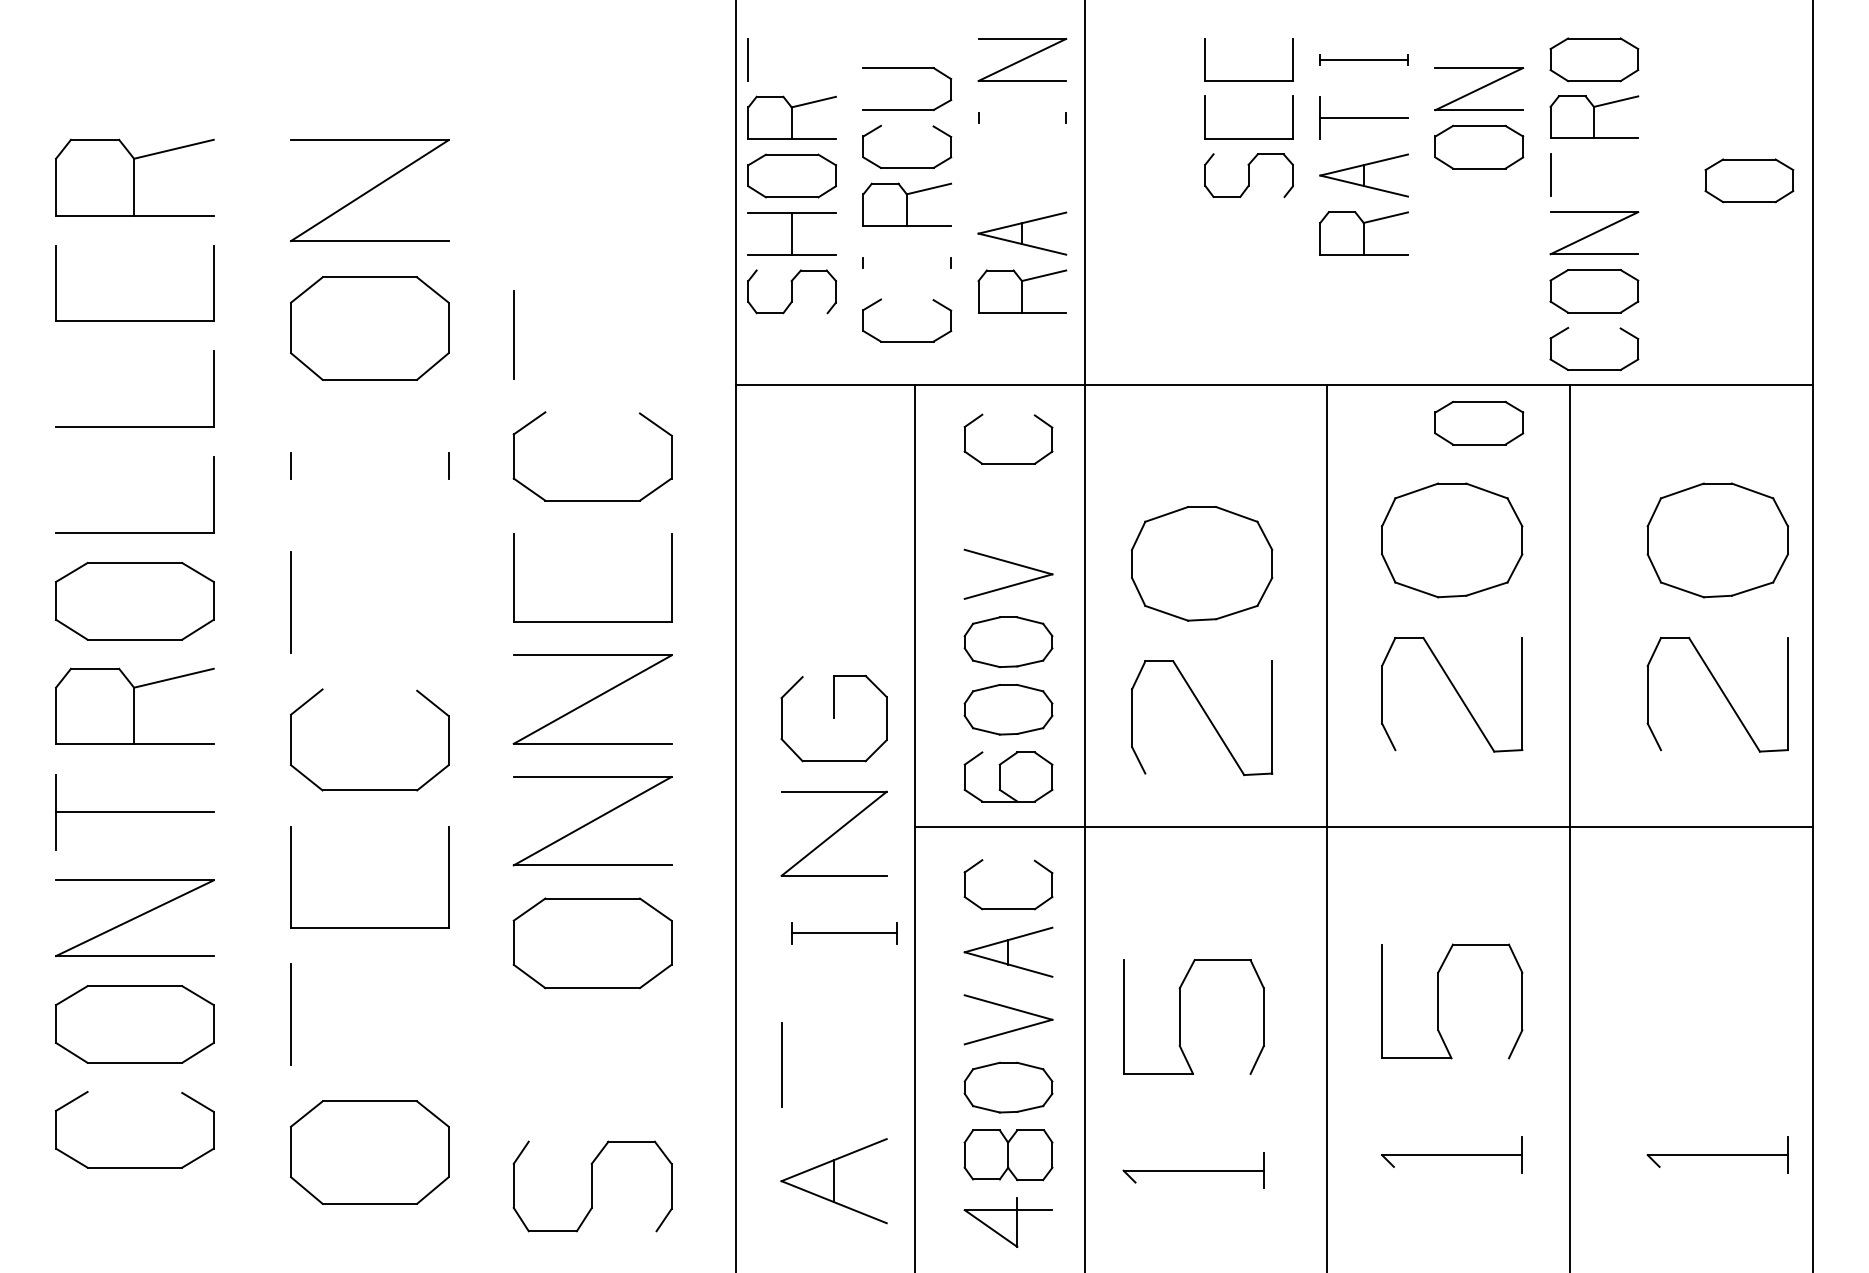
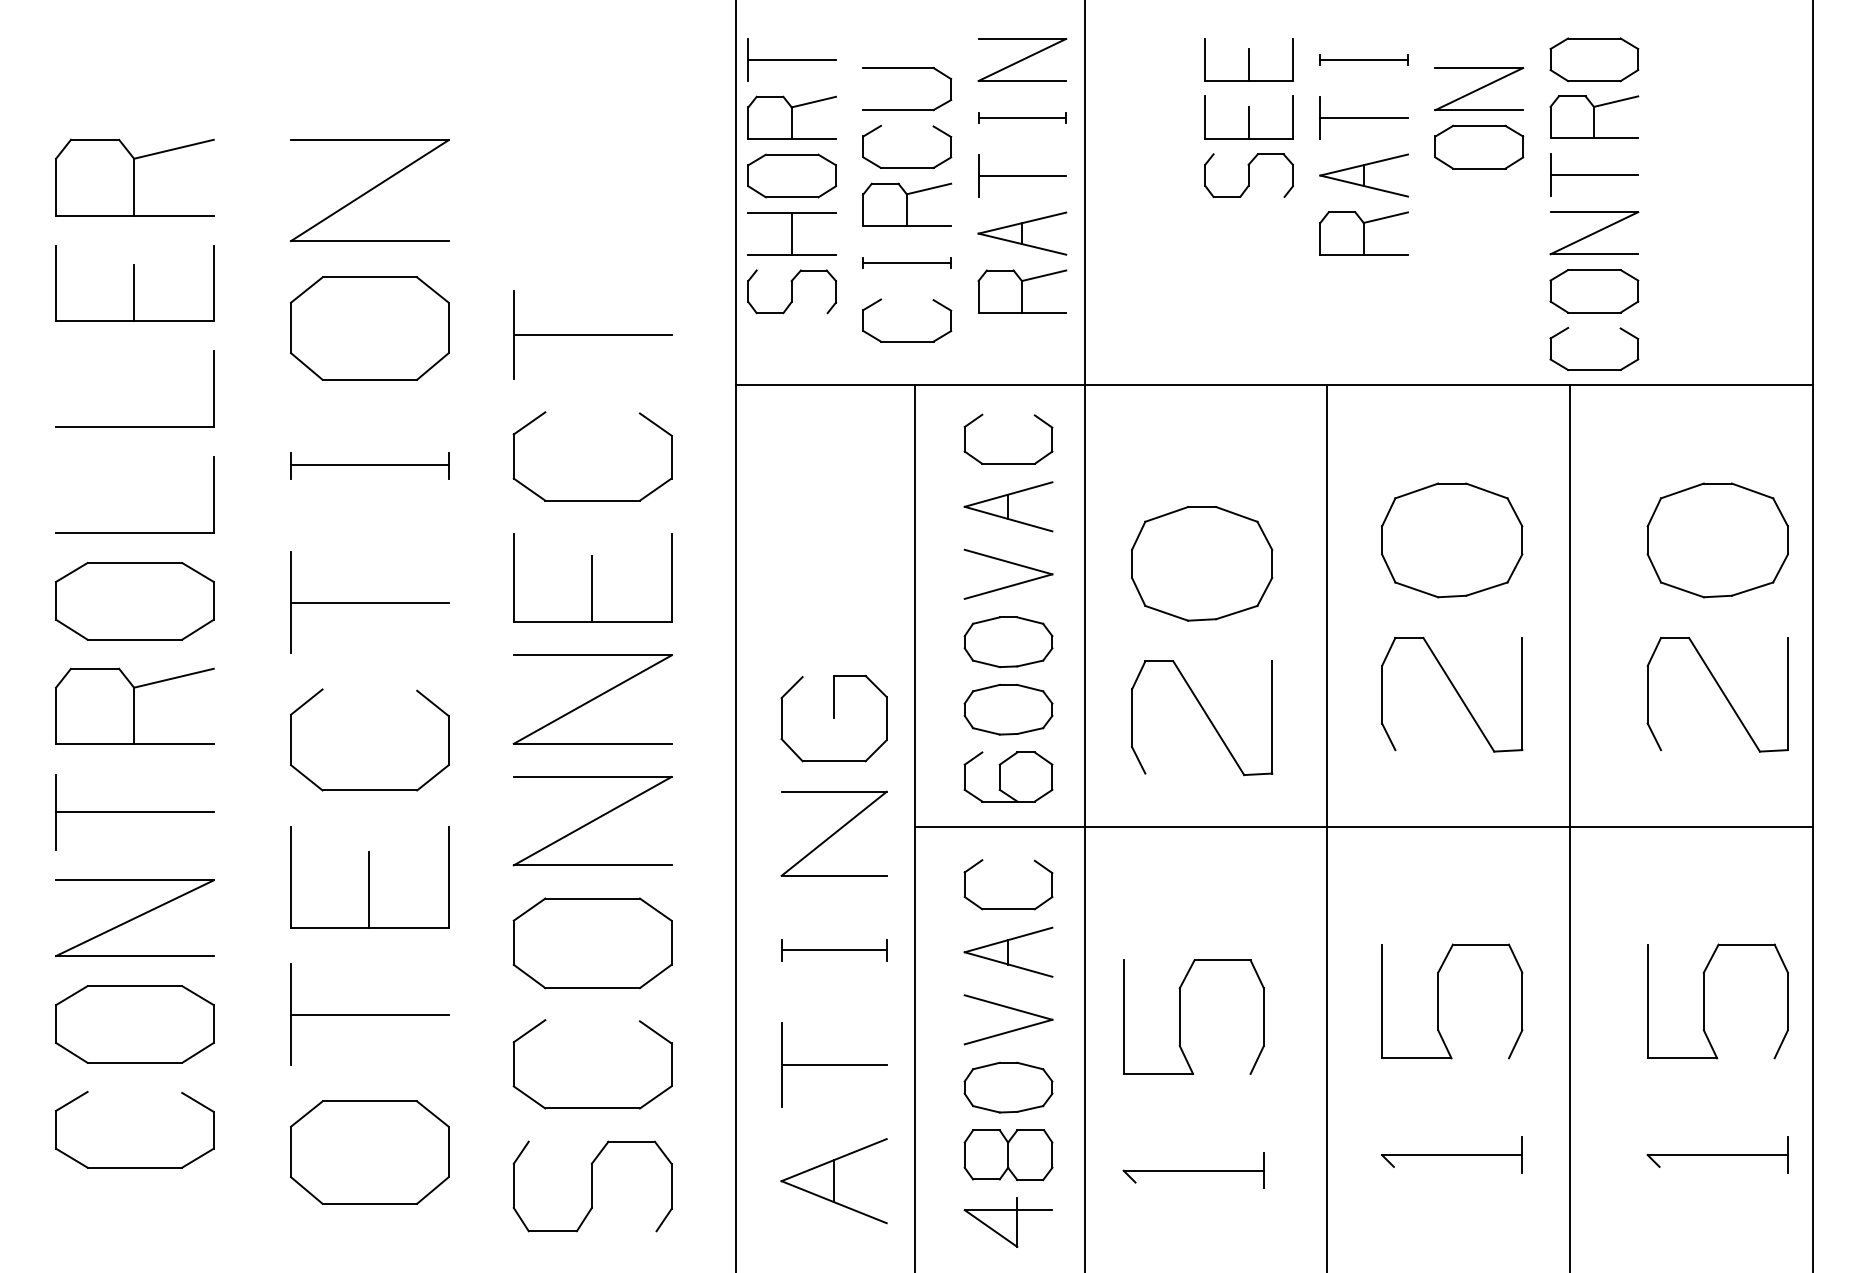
line at (791, 59): none -> present
line at (1248, 64): none -> present
line at (1022, 117): none -> present
line at (1248, 122): none -> present
part at (1022, 175): none -> present
line at (1594, 175): none -> present
part at (1749, 180): present -> none
line at (907, 262): none -> present
line at (134, 292): none -> present
line at (592, 334): none -> present
part at (1479, 422): present -> none
line at (369, 465): none -> present
part at (1008, 506): none -> present
line at (591, 588): none -> present
line at (369, 602): none -> present
line at (369, 889): none -> present
part at (844, 933) position: (844, 933) -> (834, 950)
part at (1704, 1001): none -> present
line at (369, 1014): none -> present
line at (833, 1065): none -> present
part at (592, 1107): none -> present
